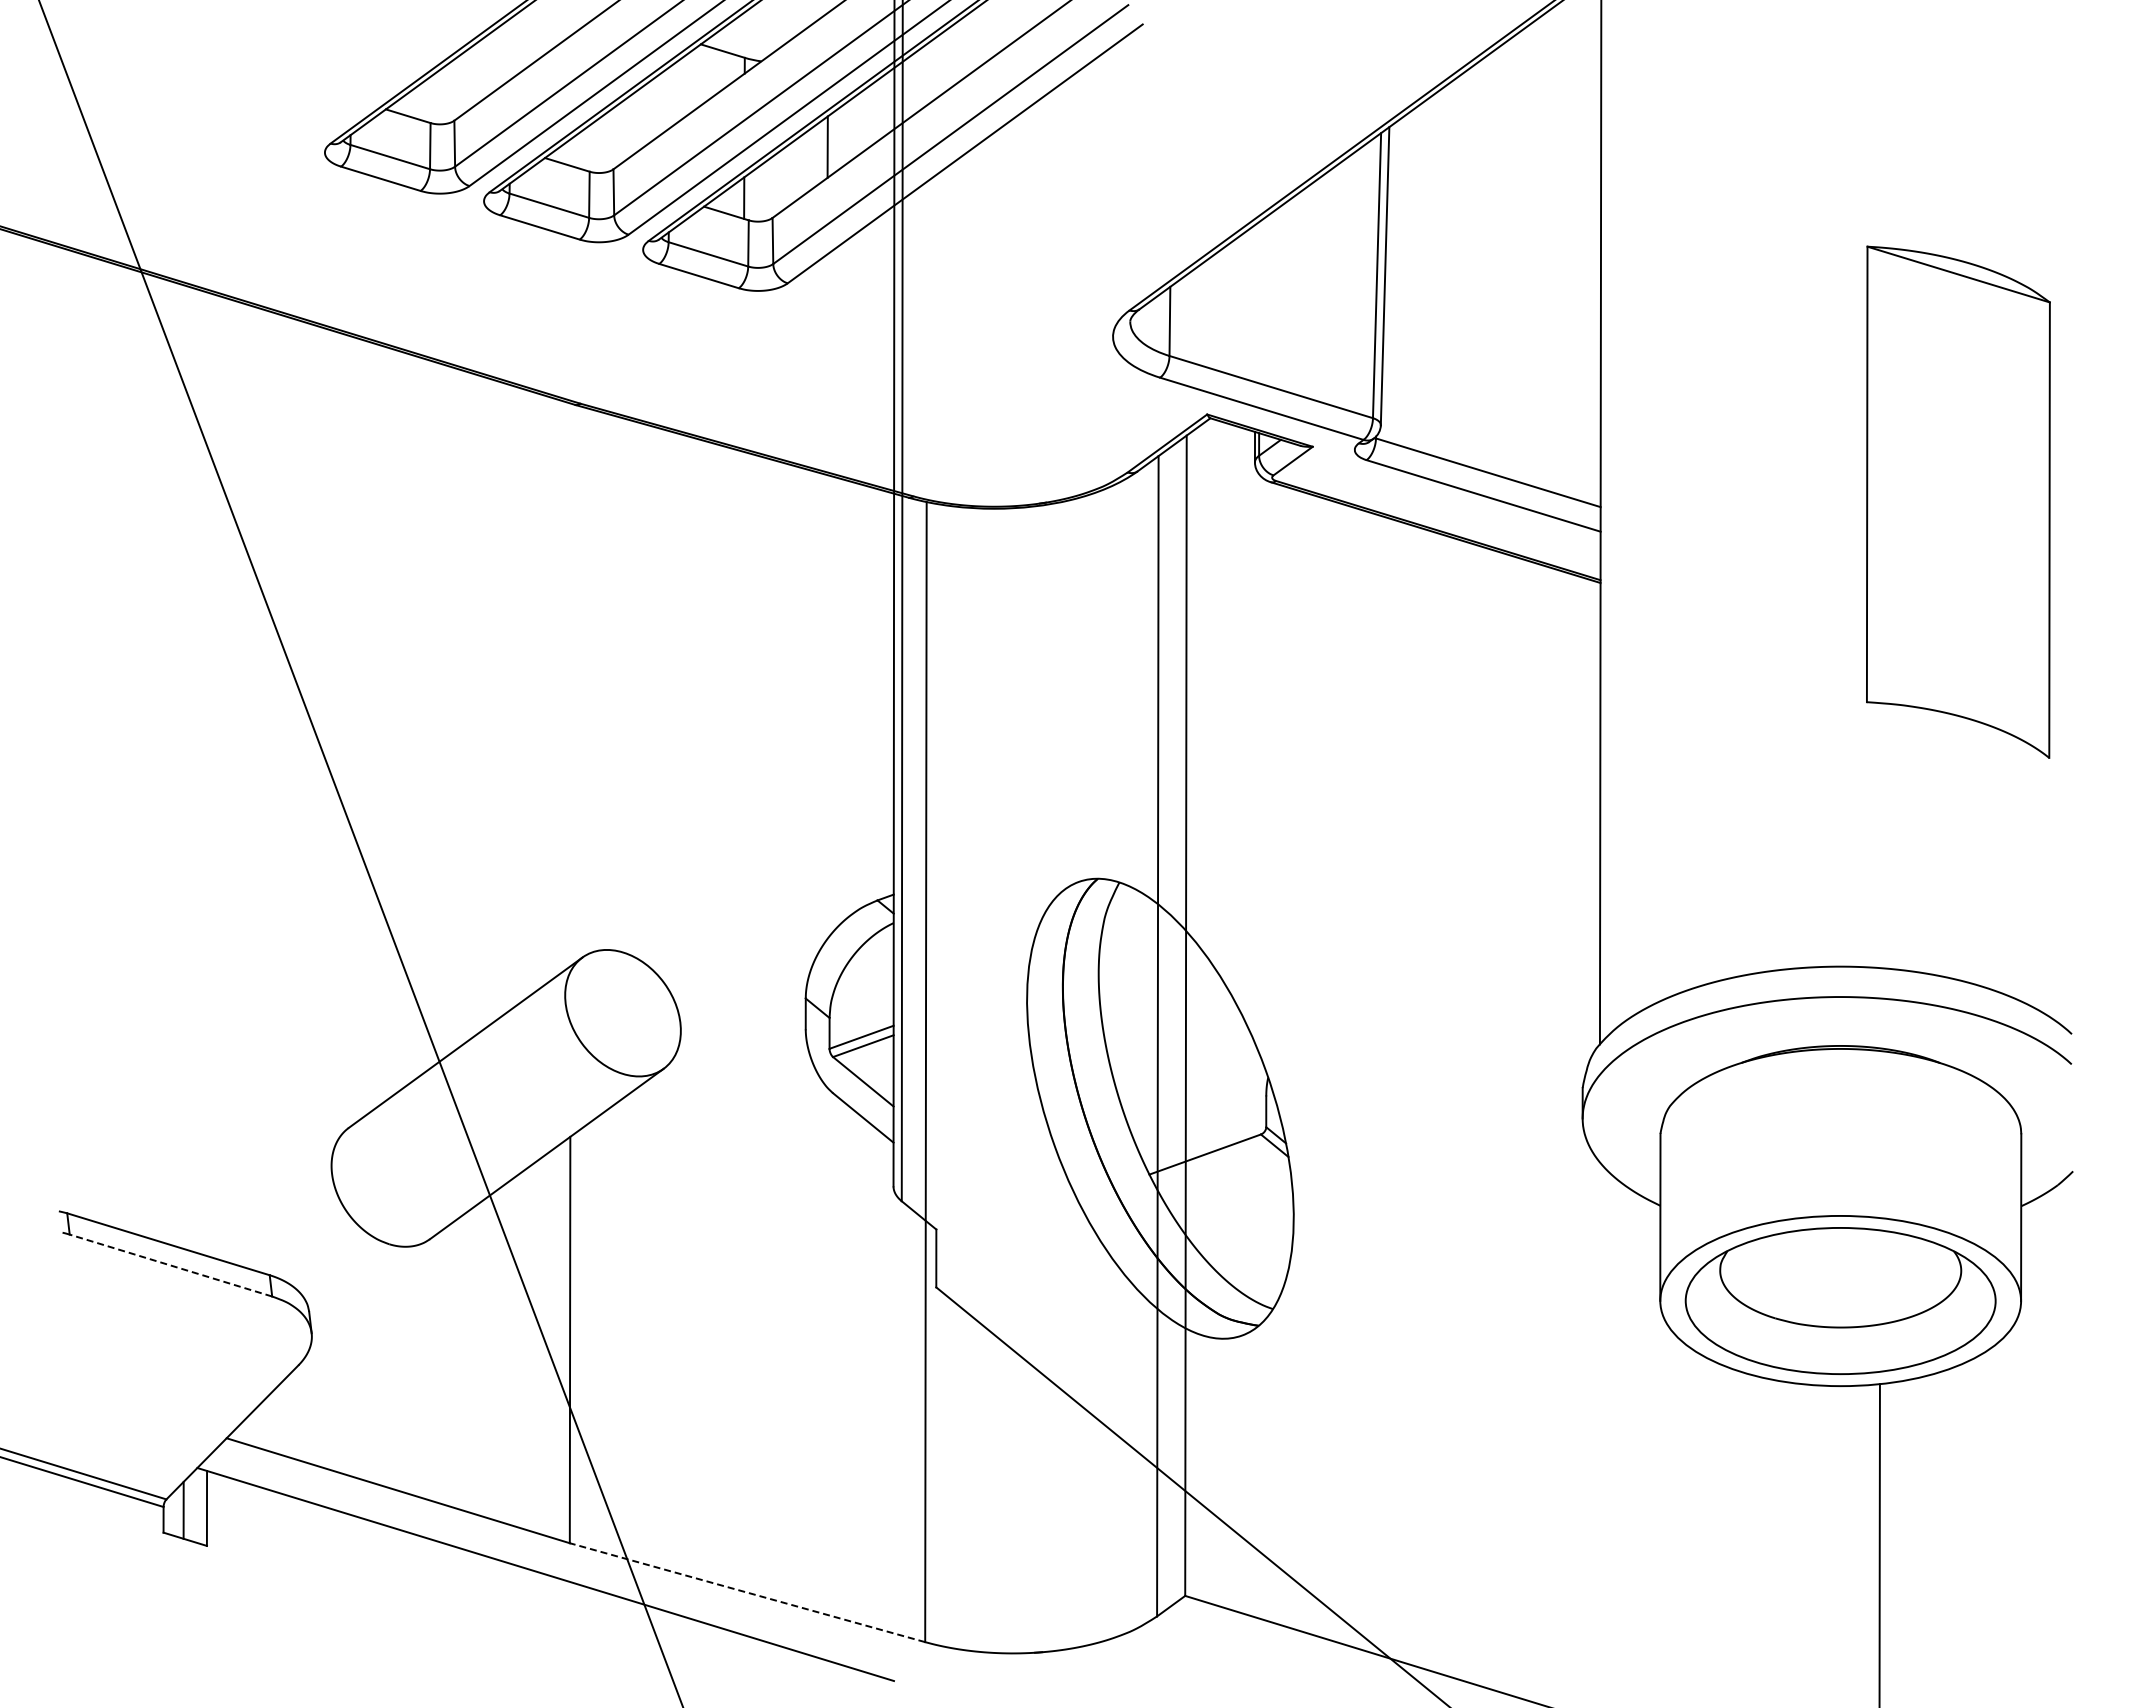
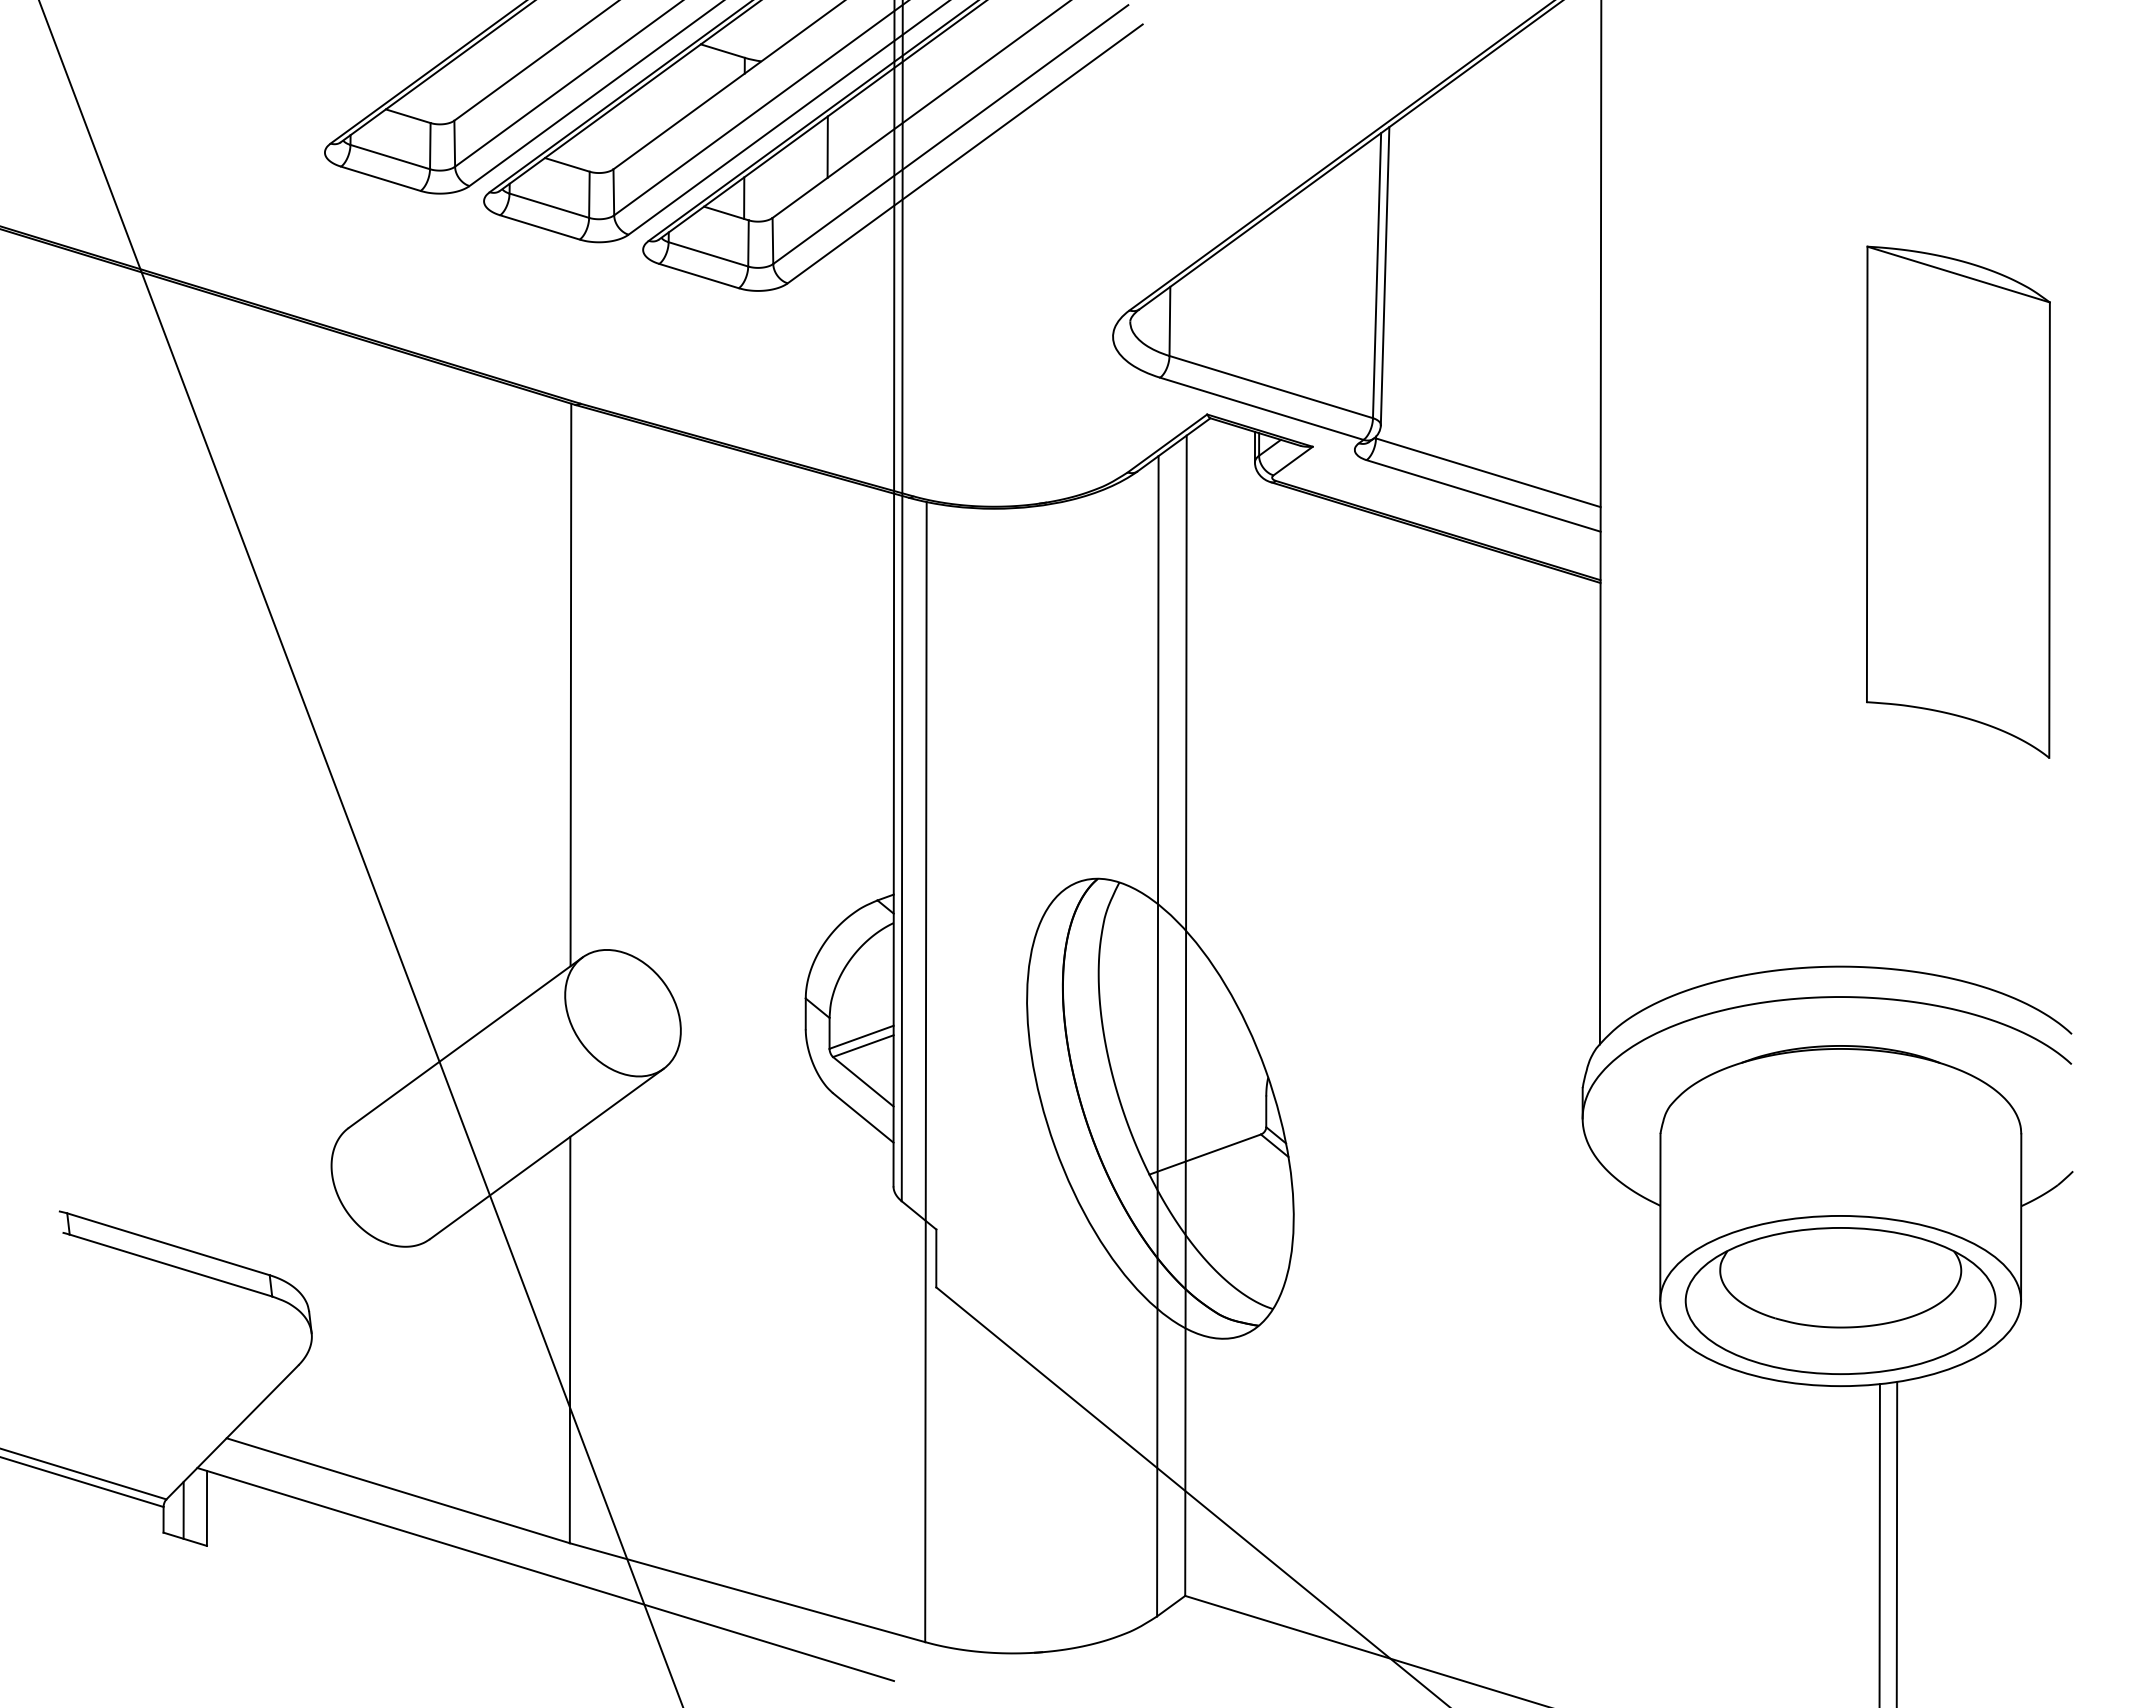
line at (570, 684): none -> present
line at (170, 1265): dashed -> solid
line at (1896, 1542): none -> present
line at (747, 1592): dashed -> solid
